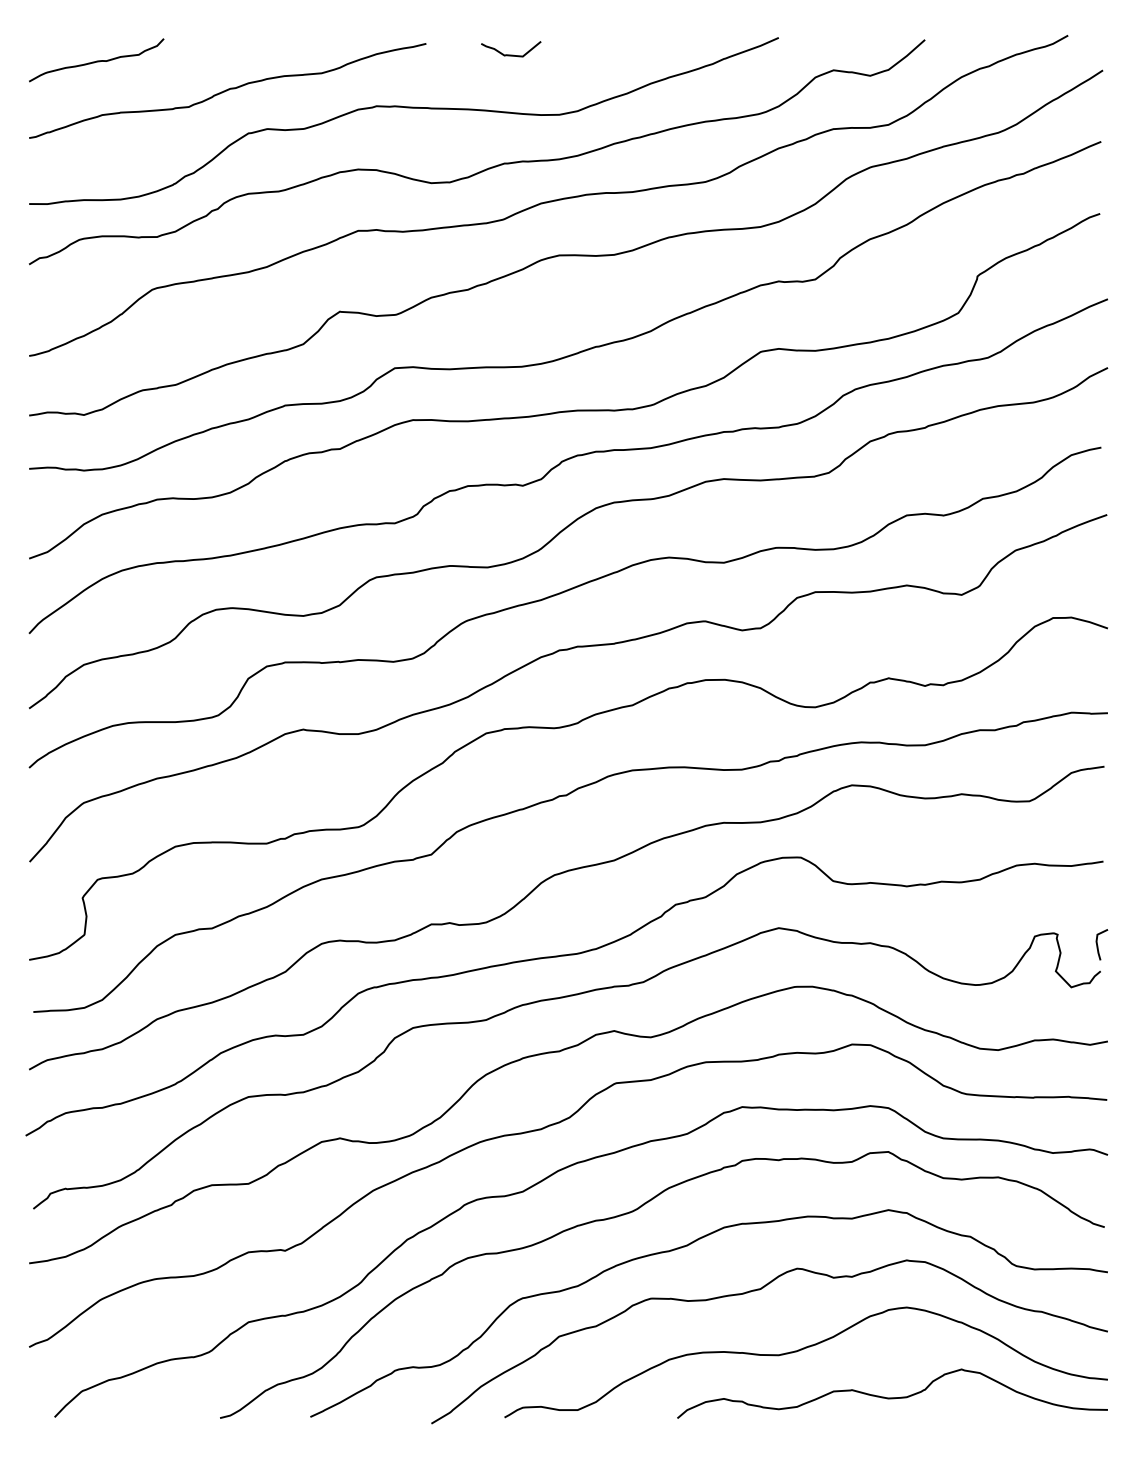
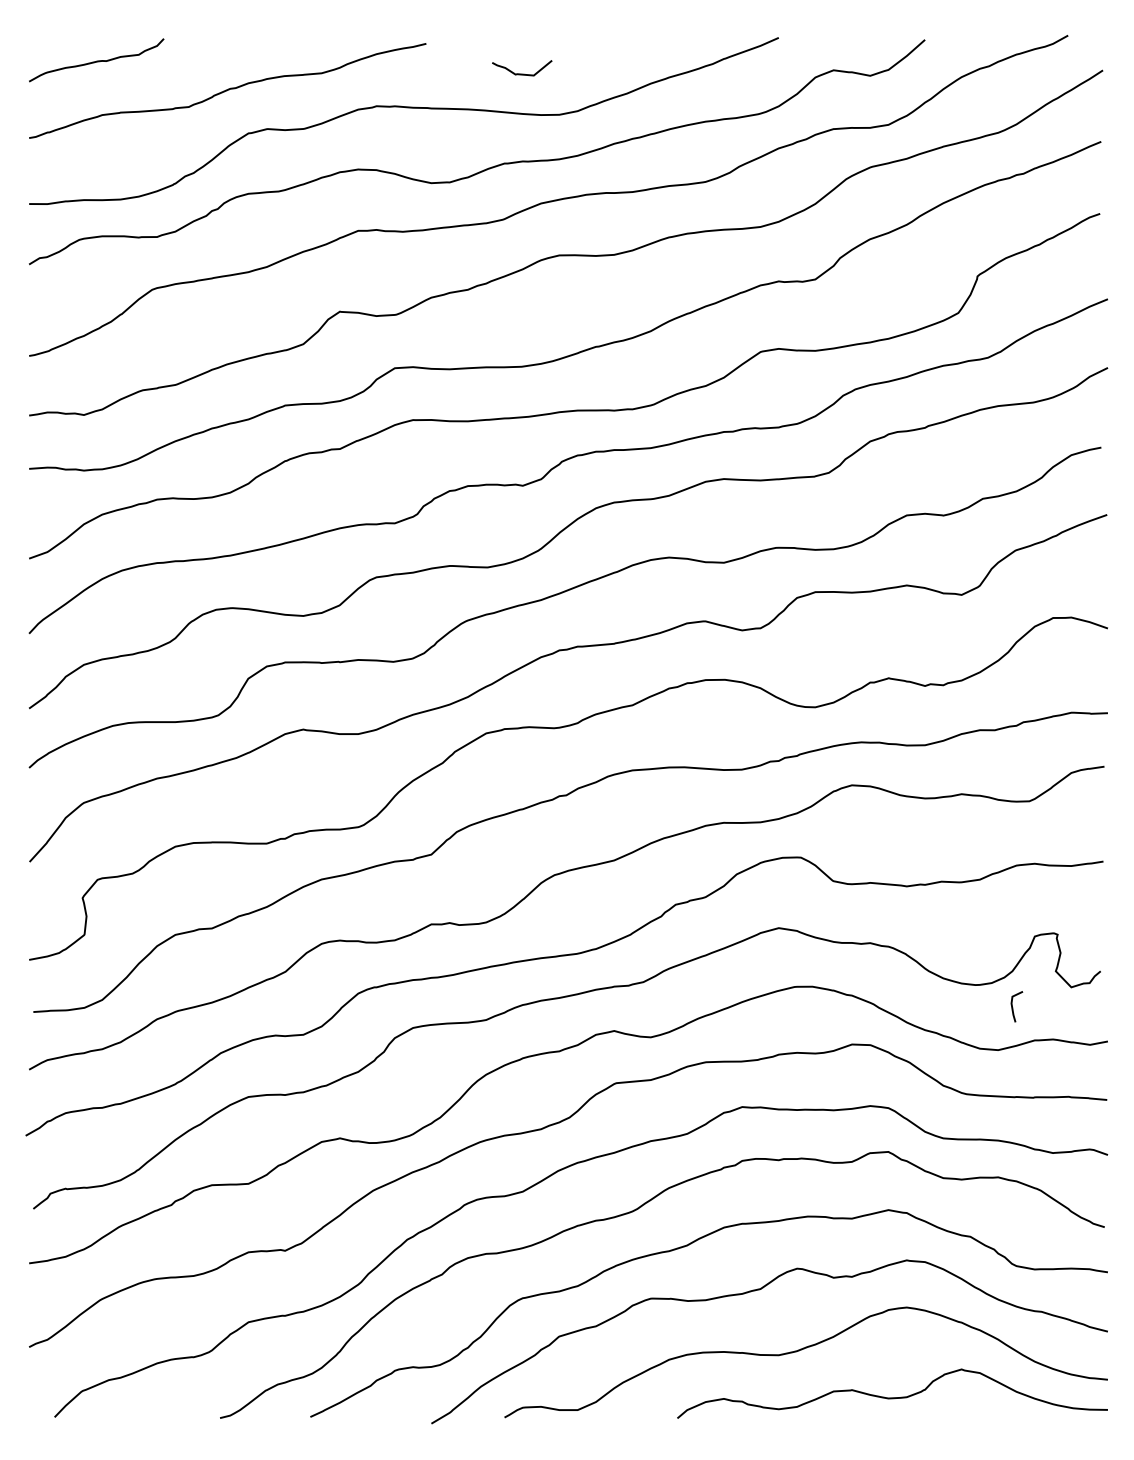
curve at (511, 54) position: (511, 54) -> (522, 73)
line at (1098, 945) position: (1098, 945) -> (1013, 1007)
